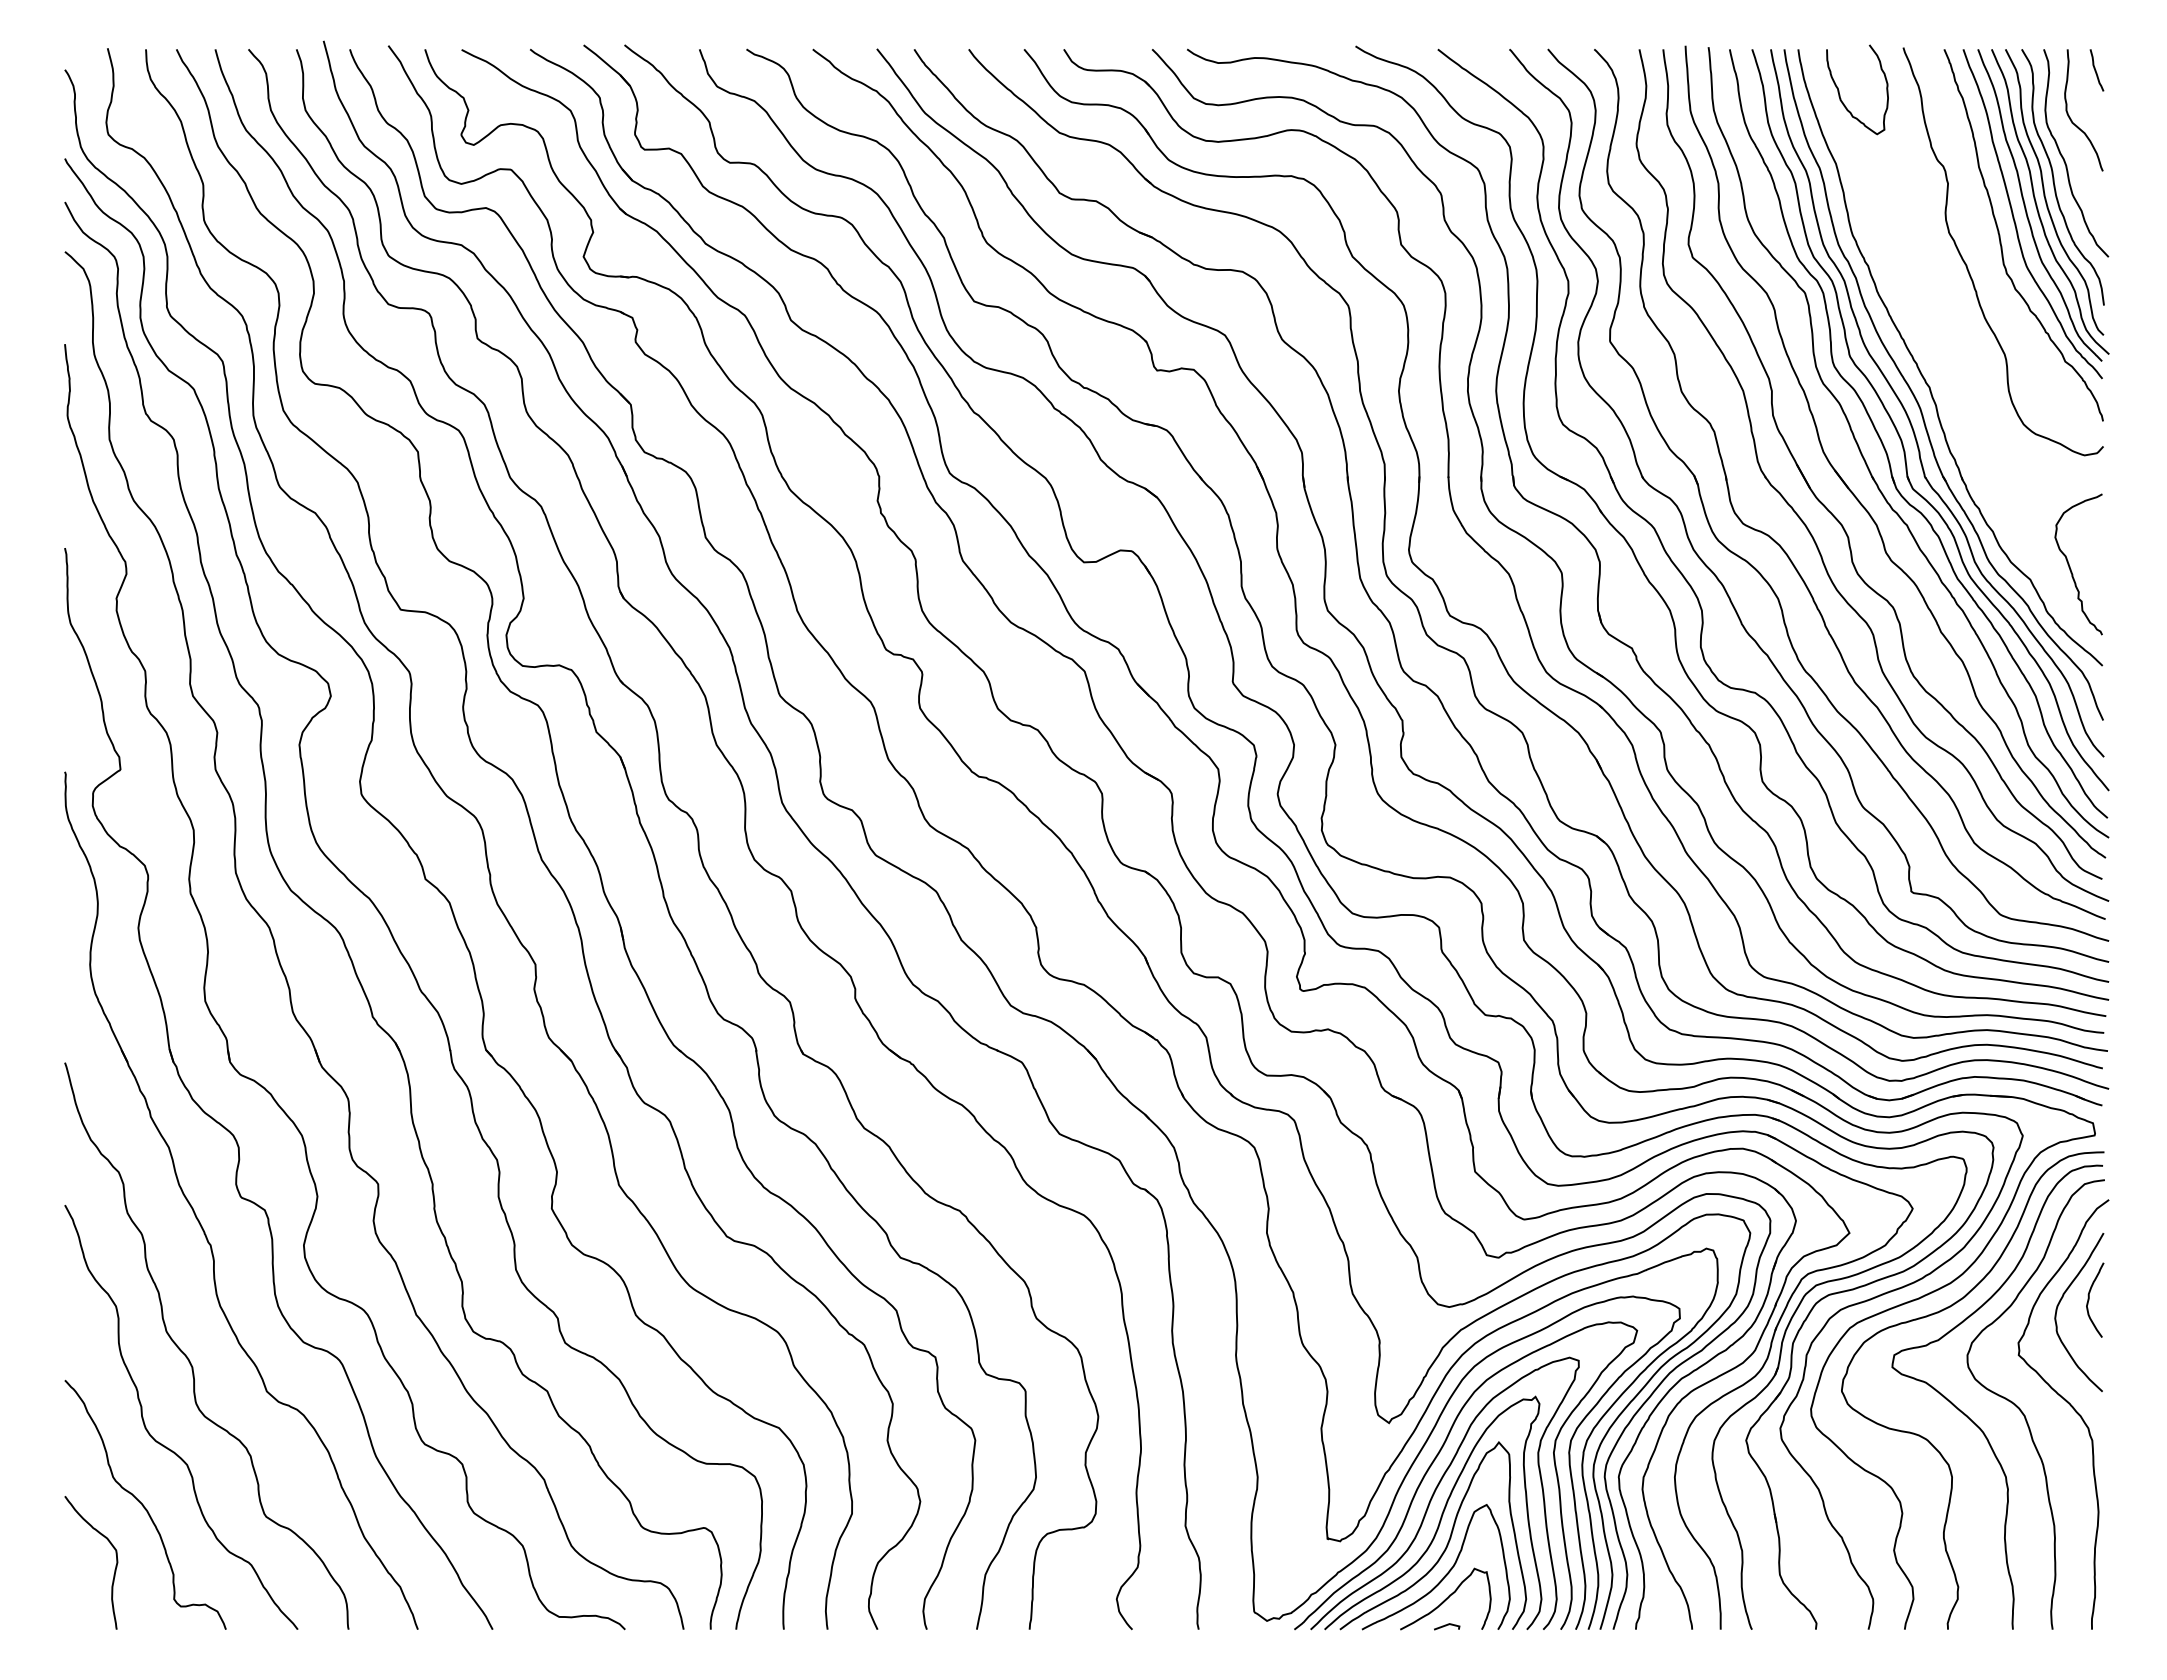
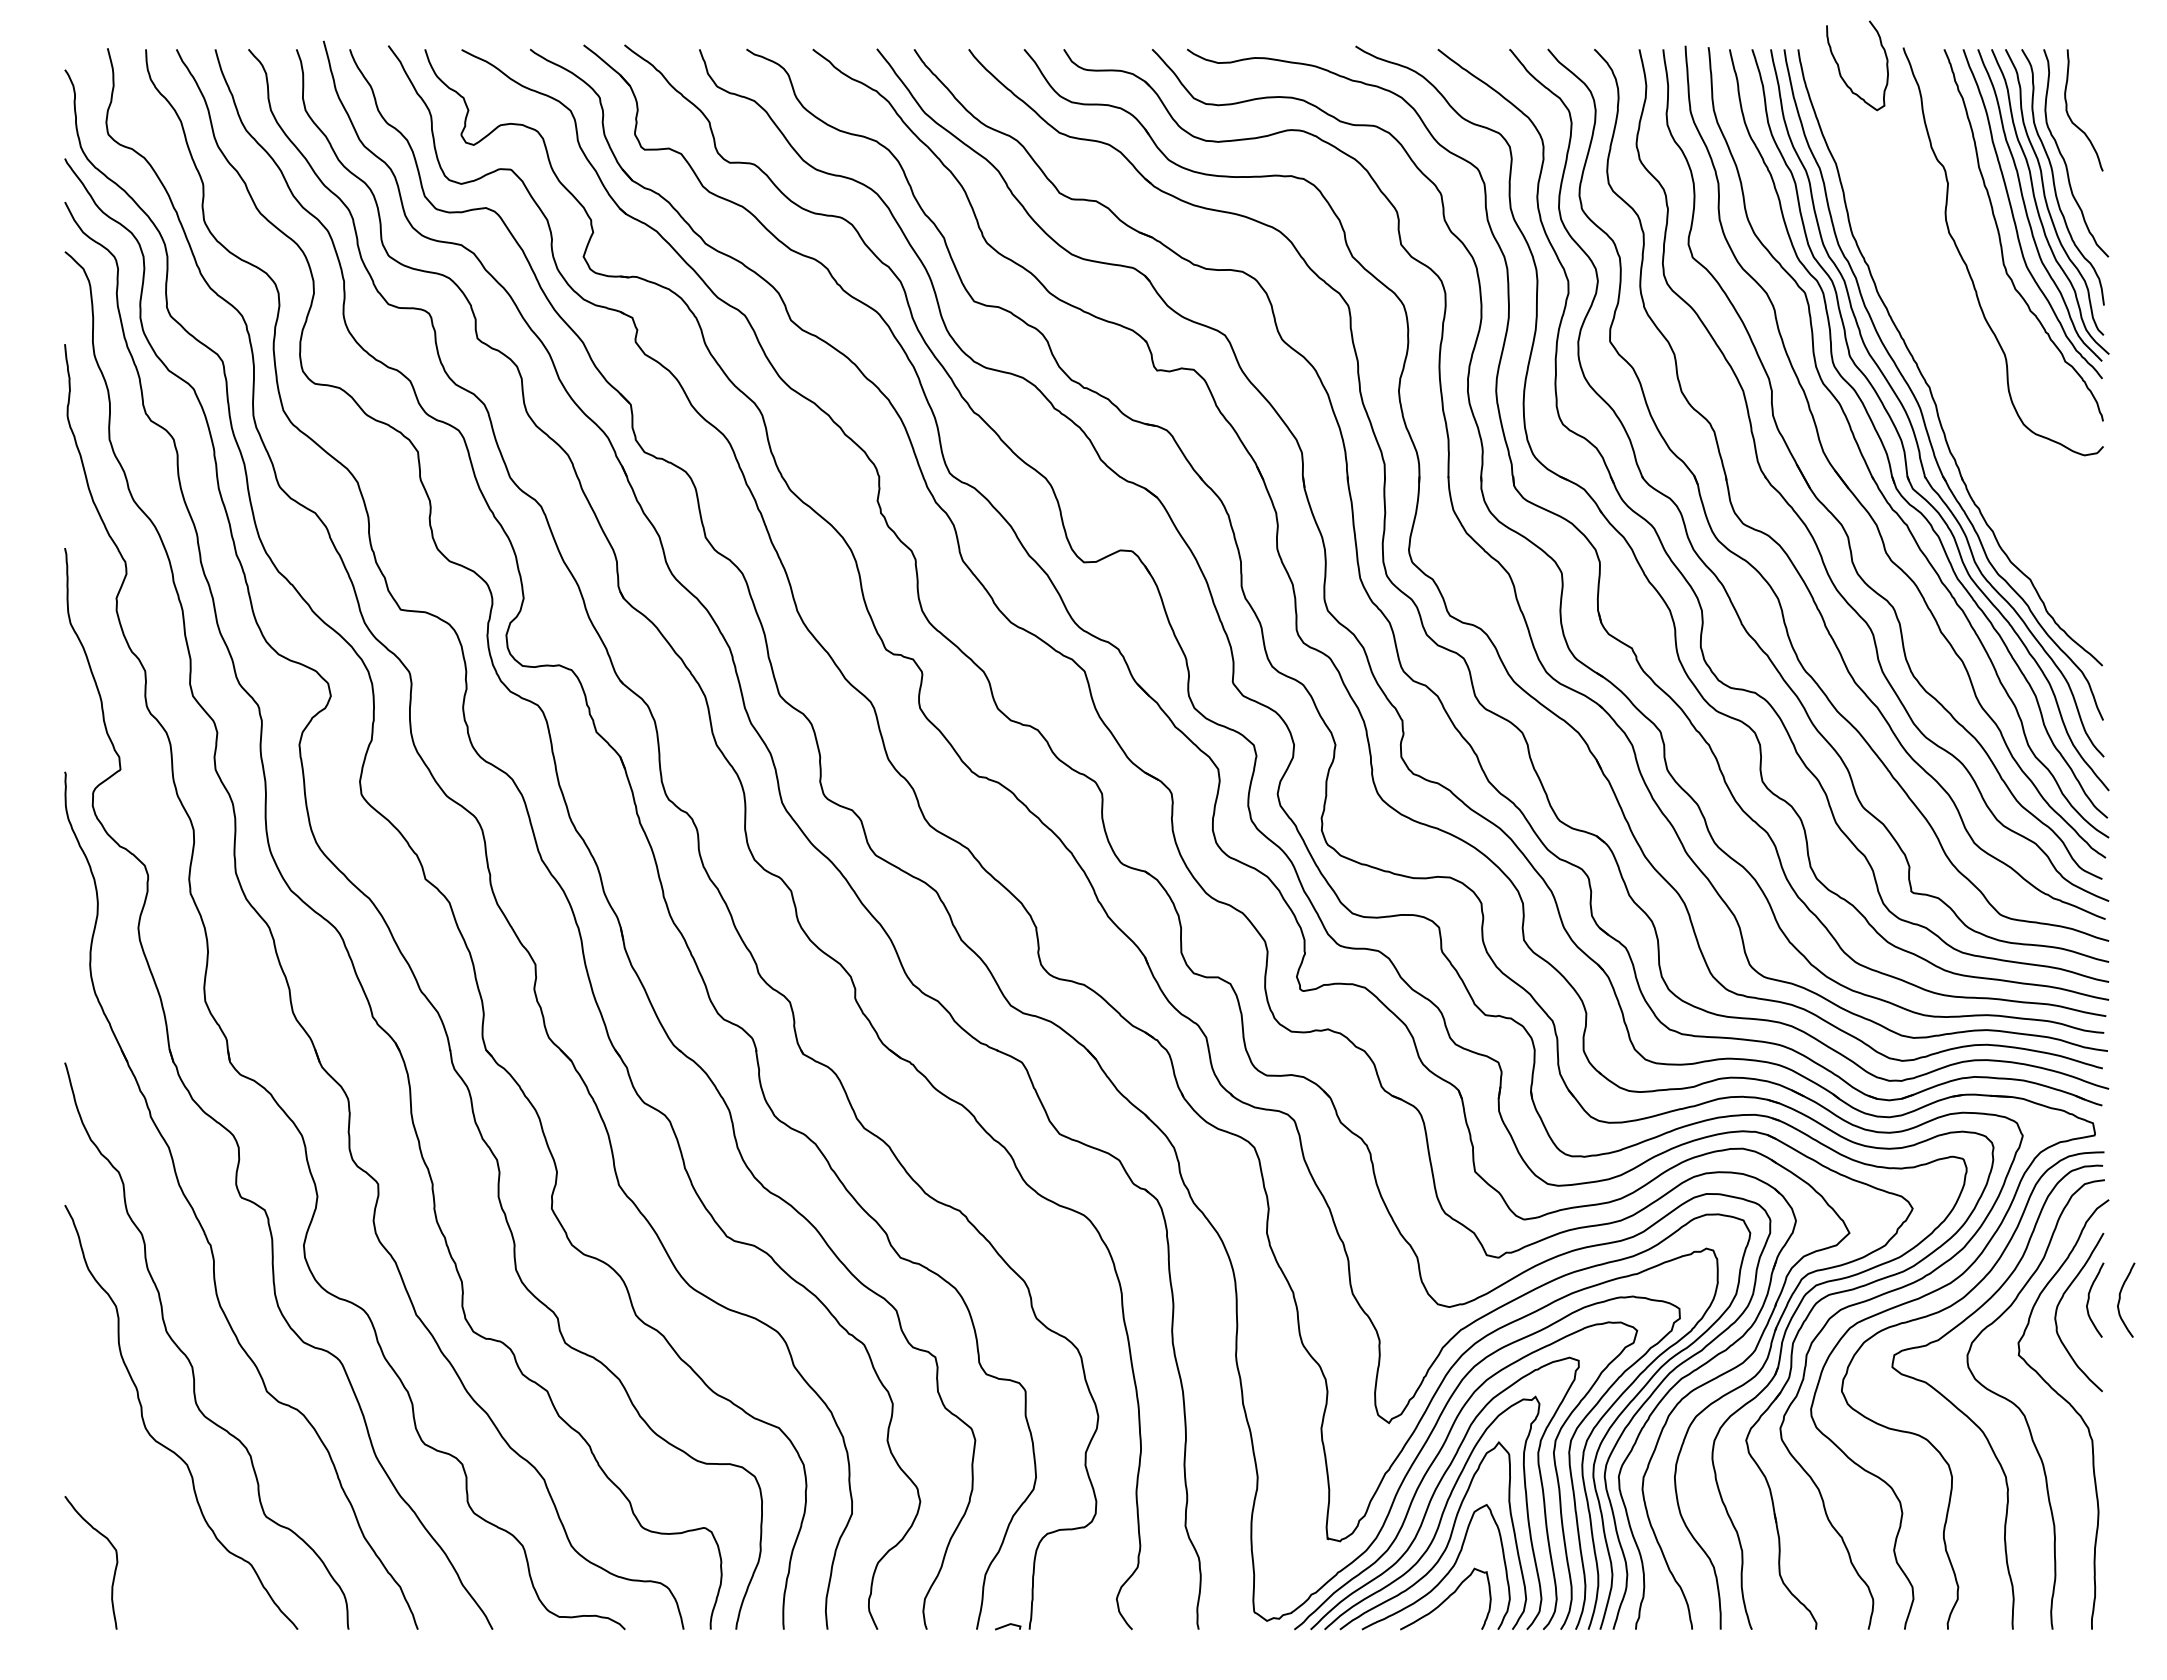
curve at (2096, 70): present -> none
curve at (1840, 94) position: (1840, 94) -> (1840, 70)
curve at (2070, 566): present -> none
curve at (2120, 1299): none -> present
curve at (144, 1505): present -> none
line at (1447, 1625) position: (1447, 1625) -> (1008, 1625)
